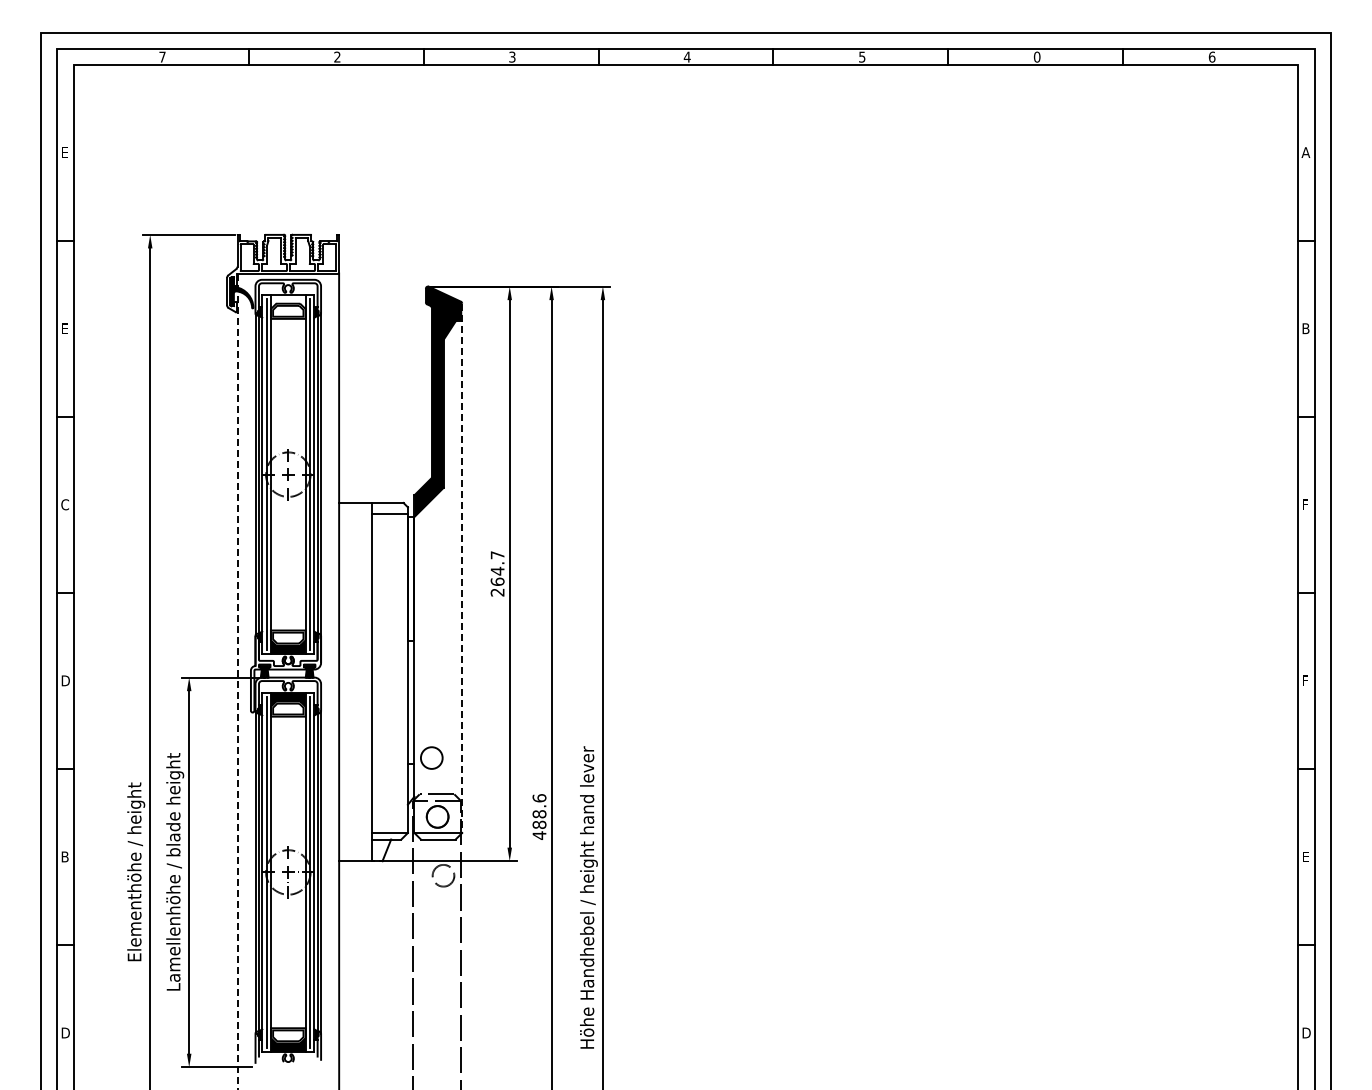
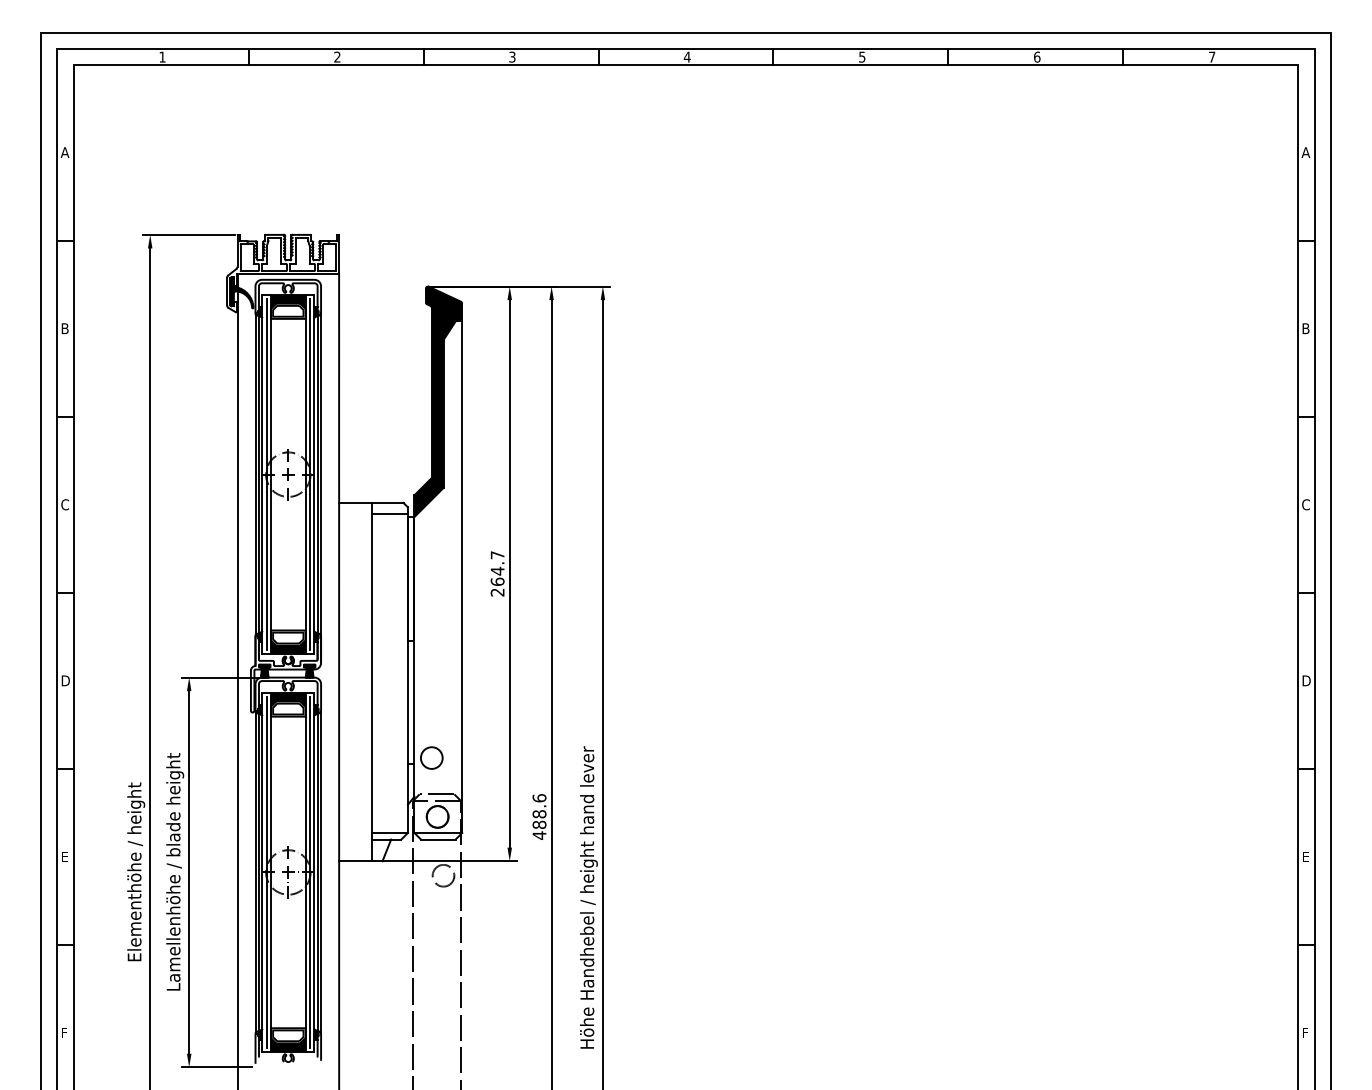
text at (162, 56): 7 -> 1
text at (1037, 56): 0 -> 6
text at (1211, 56): 6 -> 7
text at (64, 152): E -> A
fill at (287, 302): none -> present
text at (64, 328): E -> B
text at (1305, 504): F -> C
line at (462, 568): dashed -> solid
text at (1306, 680): F -> D
line at (237, 681): dashed -> solid
text at (64, 856): B -> E
text at (65, 1032): D -> F
text at (1306, 1032): D -> F
